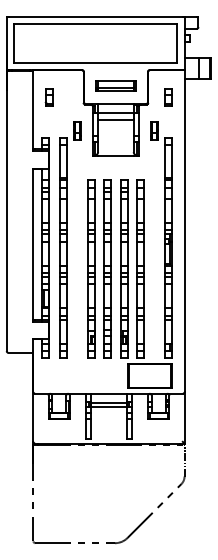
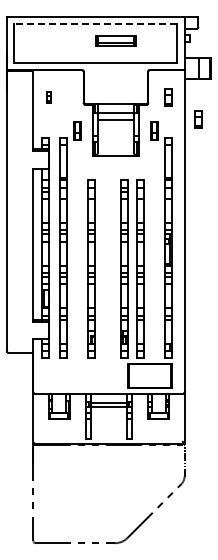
line at (95, 23): solid -> dashed
part at (115, 85) position: (115, 85) -> (115, 40)
part at (48, 97) size: 10x19 px -> 6x13 px
part at (198, 119): none -> present
part at (107, 268): present -> none
